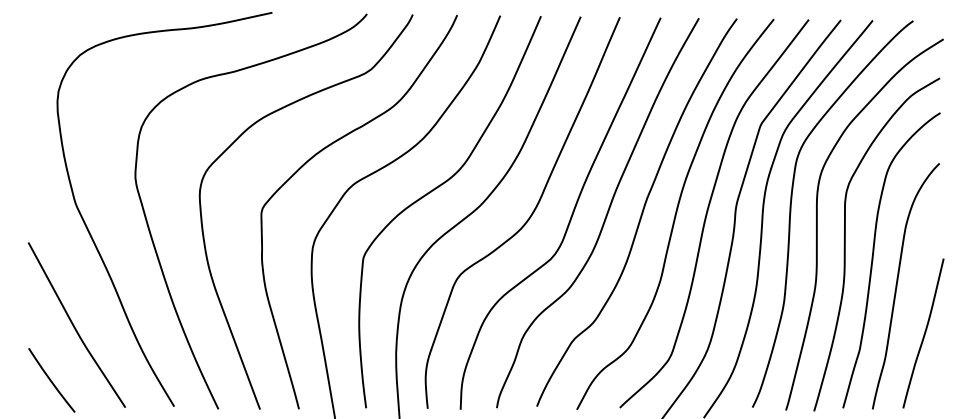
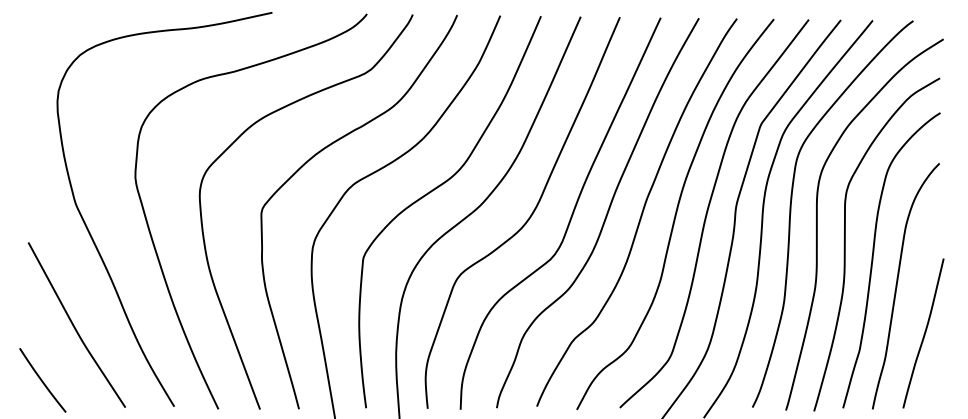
curve at (51, 380) position: (51, 380) -> (42, 380)
